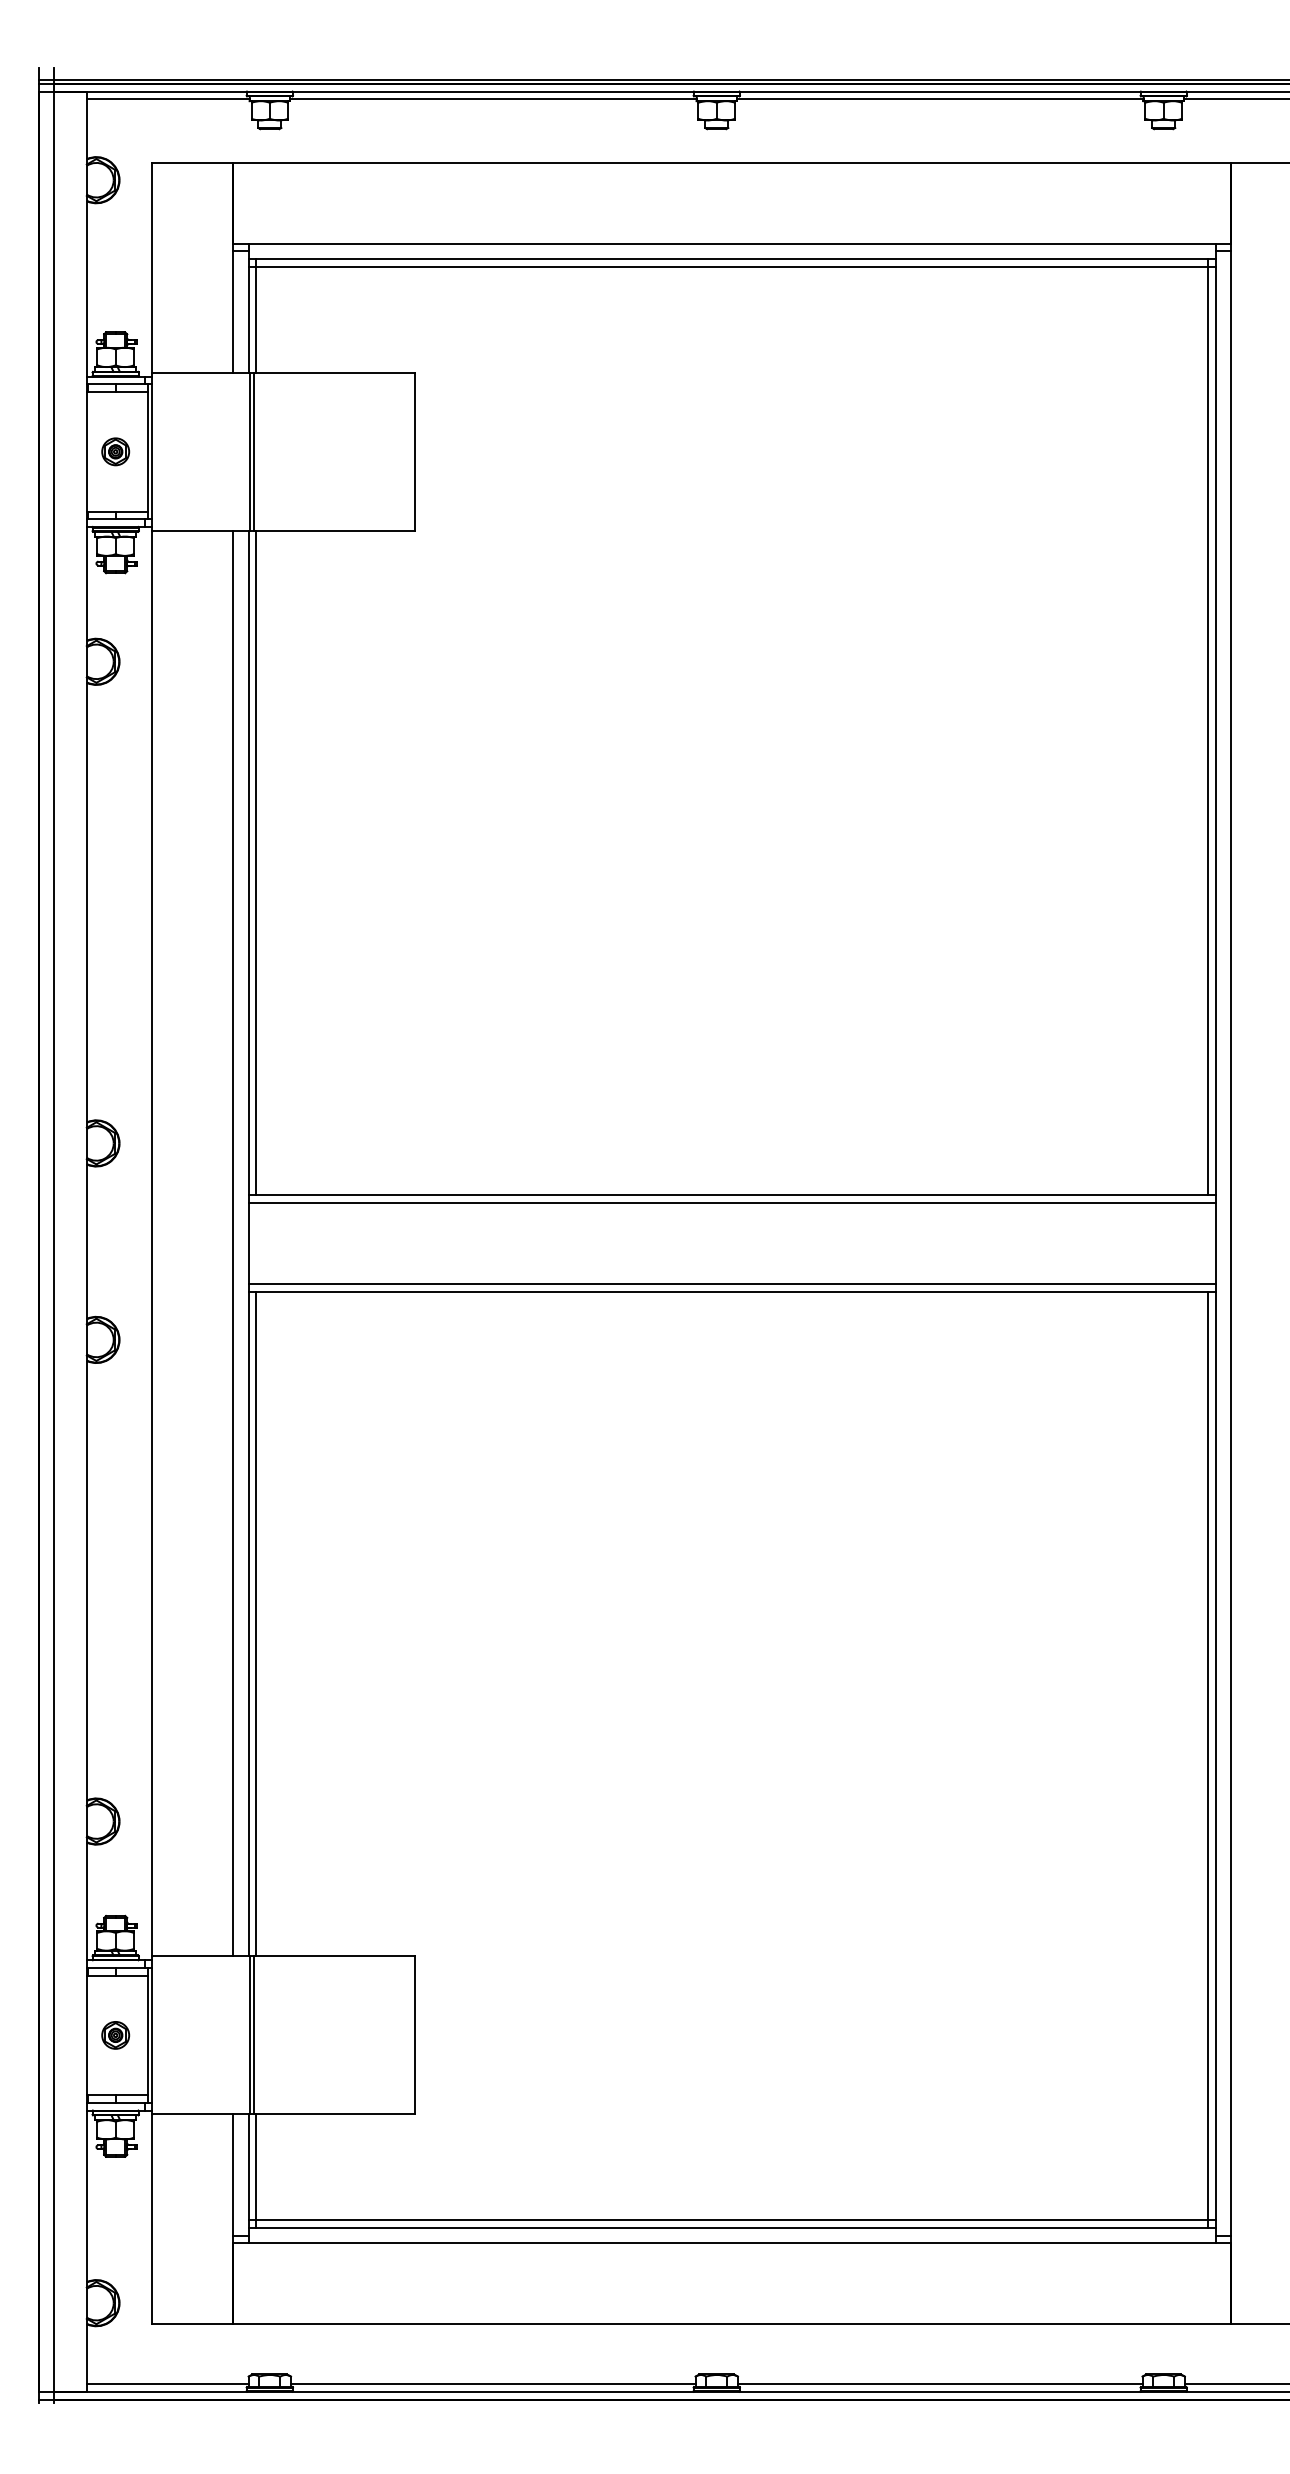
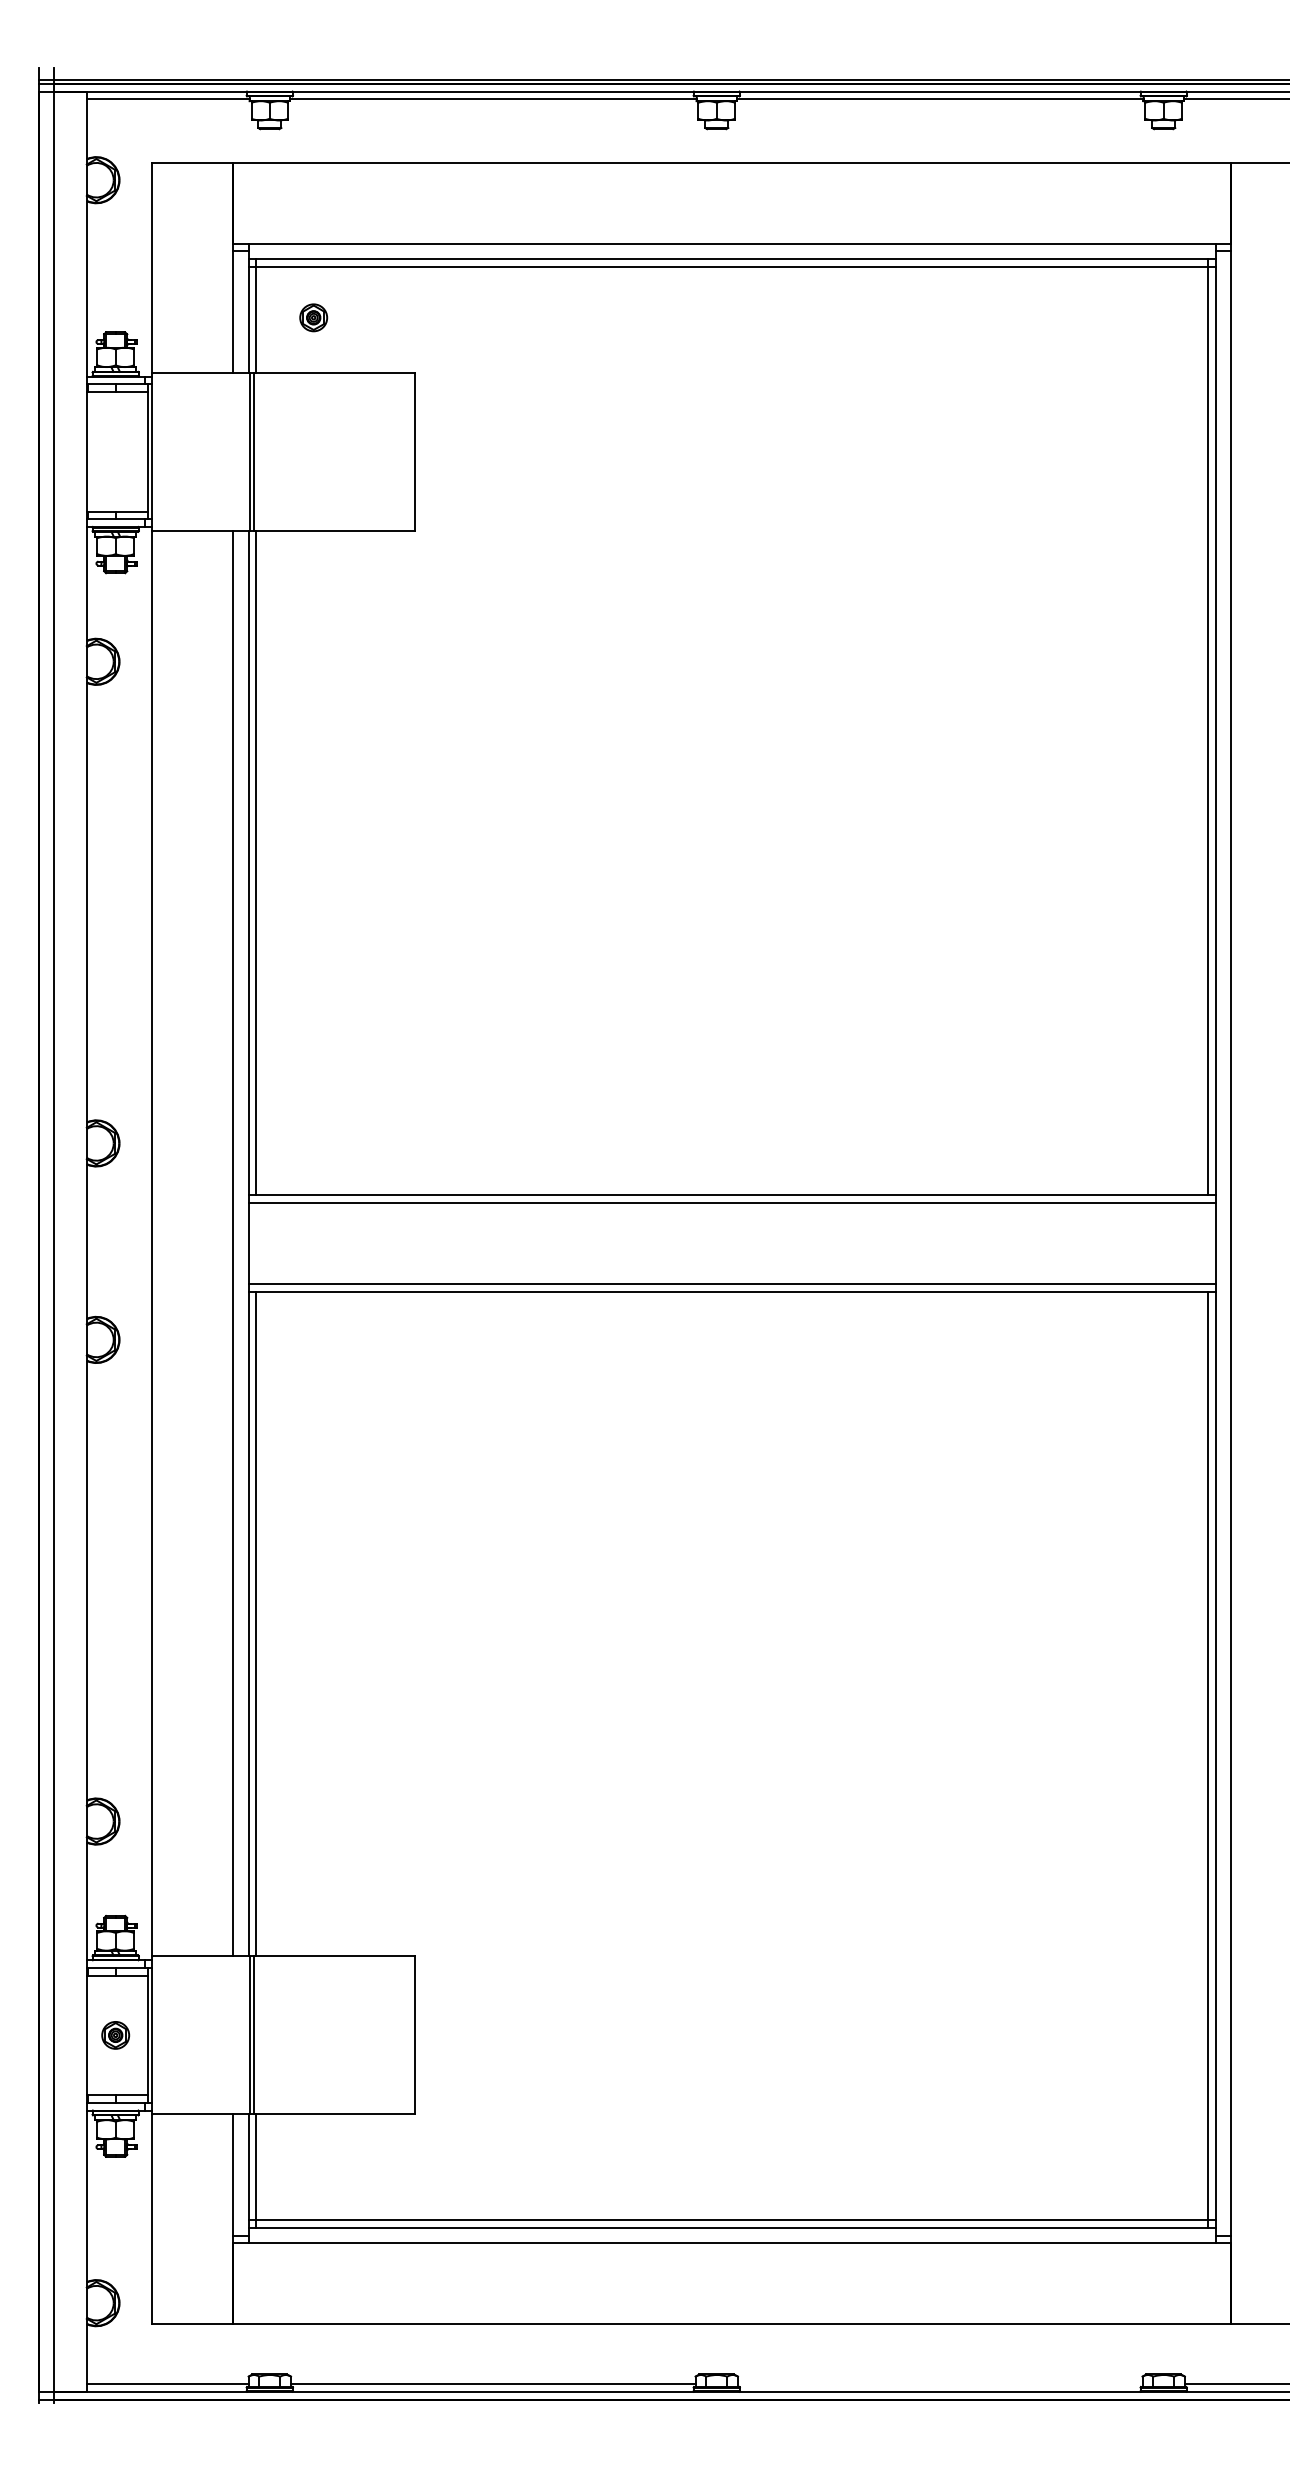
part at (115, 451) position: (115, 451) -> (313, 317)
line at (939, 2384): present -> none
